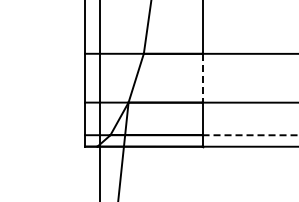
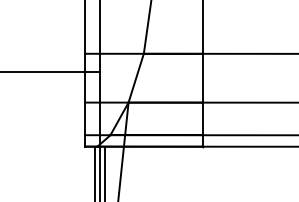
line at (51, 71): none -> present
line at (202, 78): dashed -> solid
line at (251, 135): dashed -> solid
line at (94, 172): none -> present
line at (105, 172): none -> present
